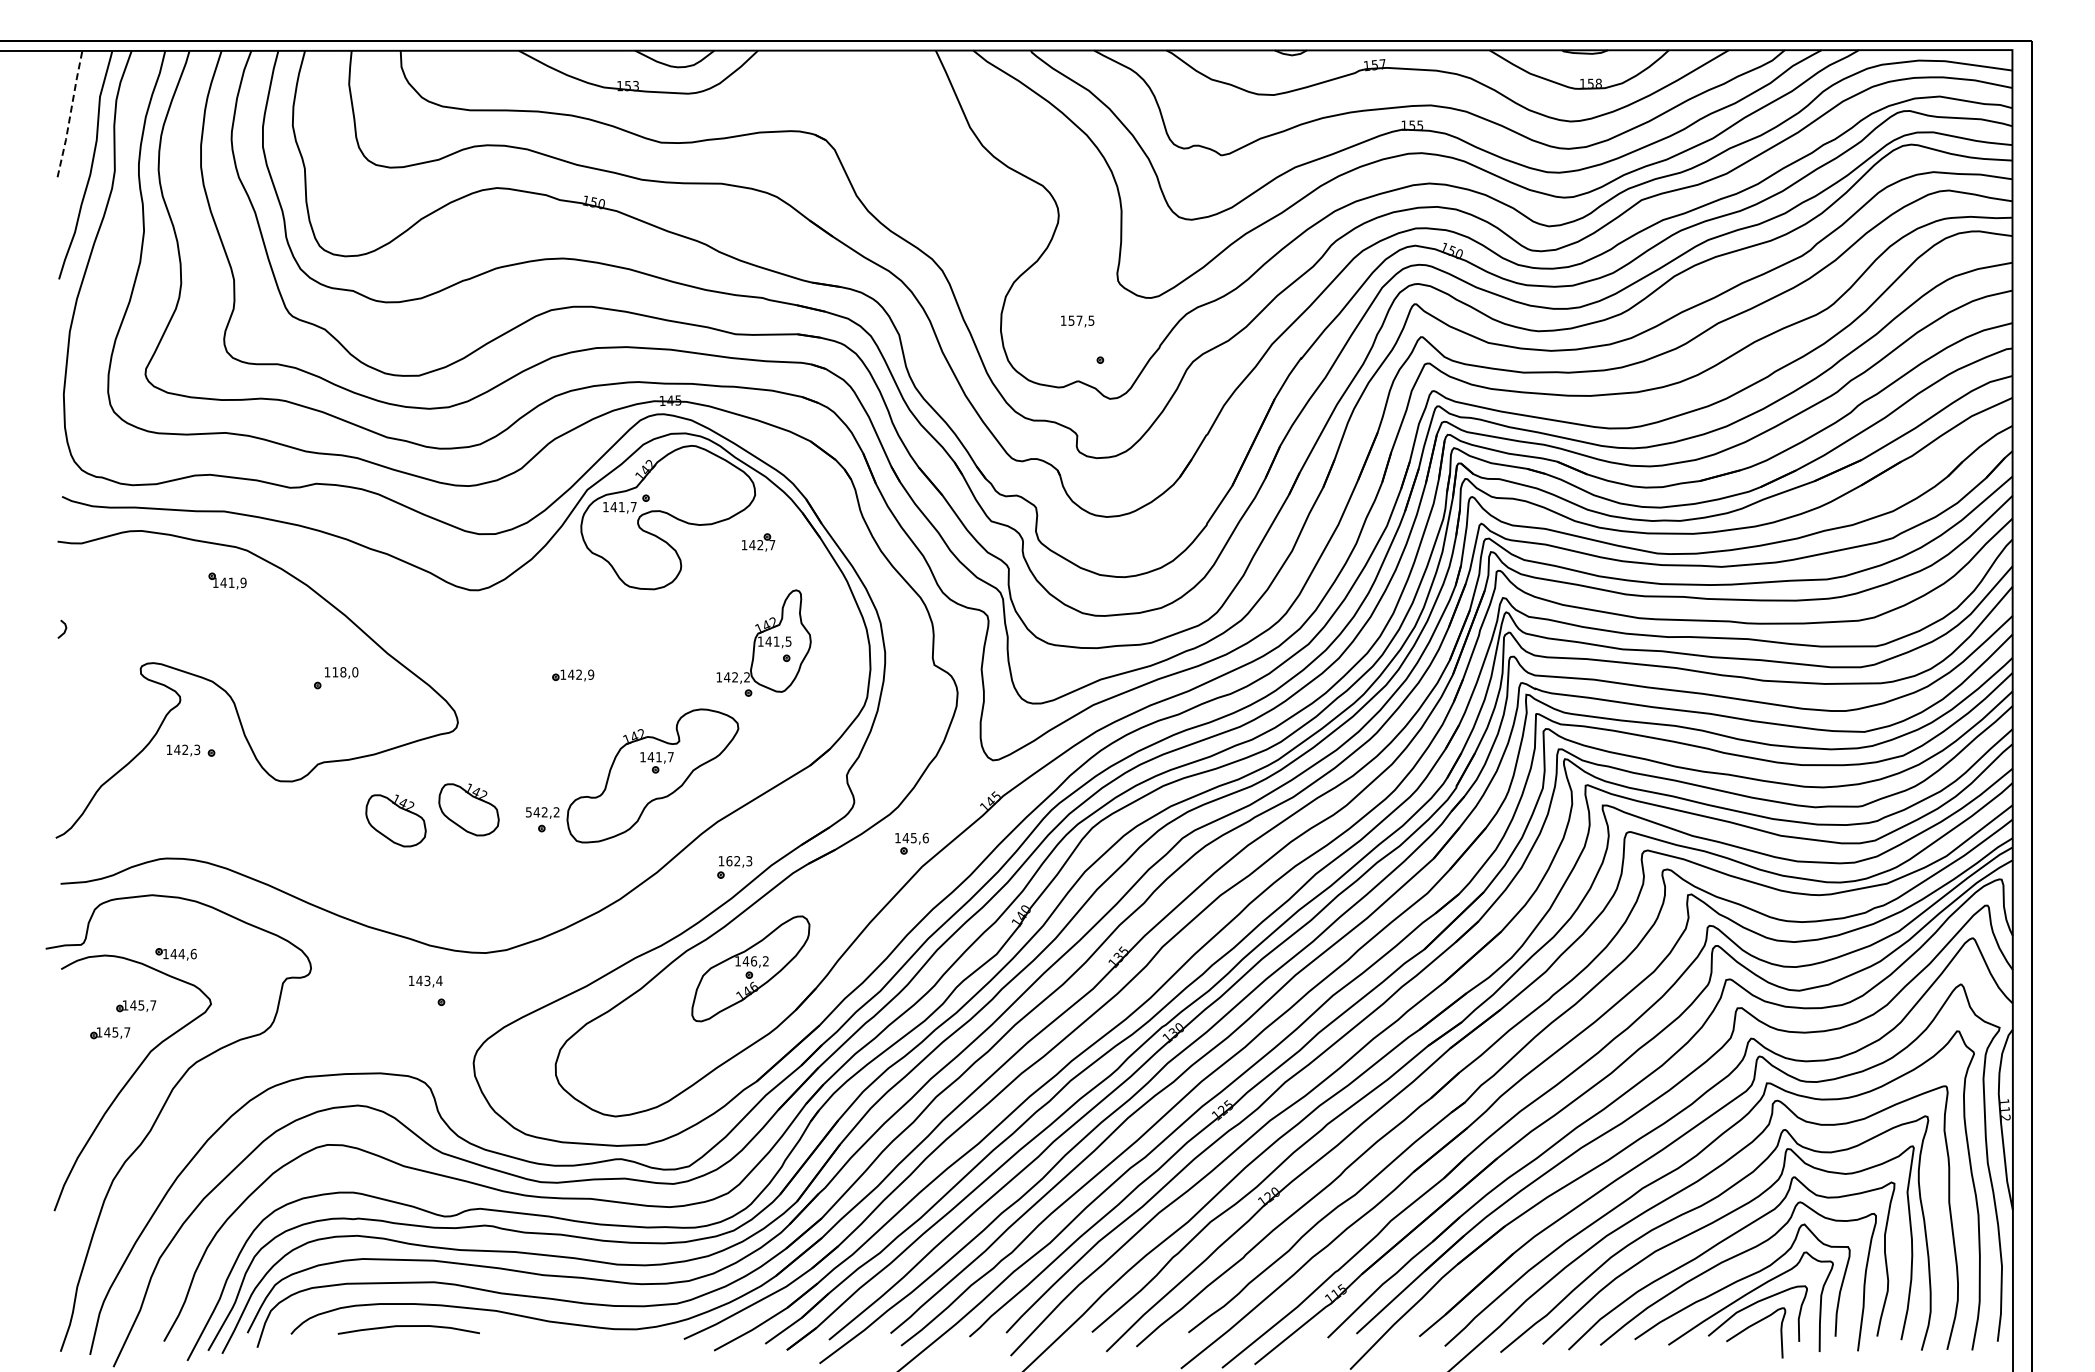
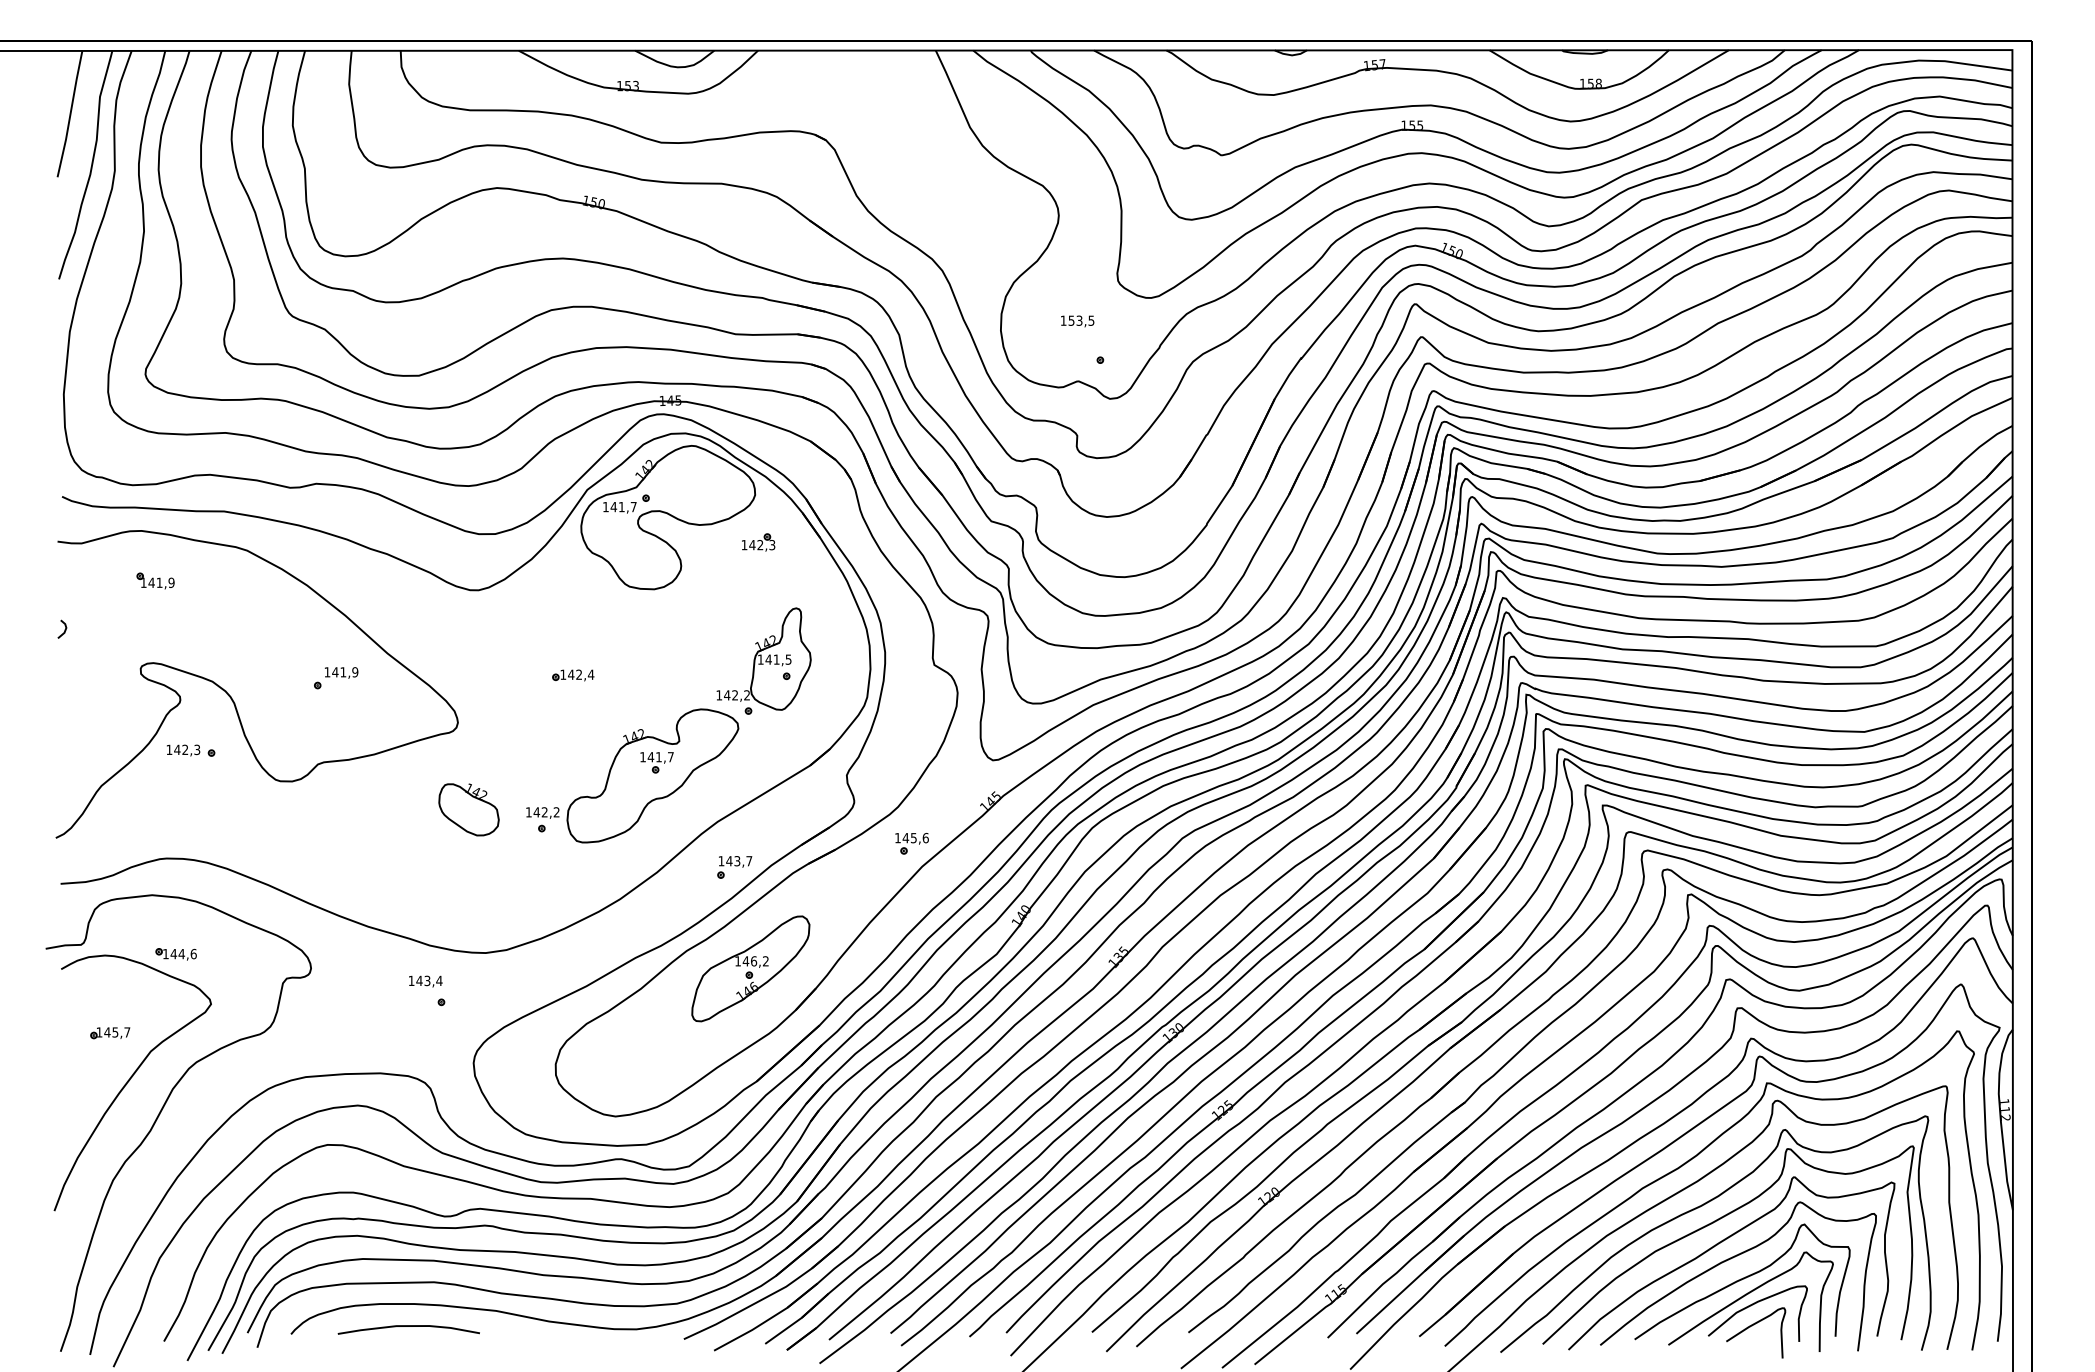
line at (70, 114): dashed -> solid
text at (1079, 320): 157,5 -> 153,5
text at (772, 545): 142,7 -> 142,3
part at (227, 580) position: (227, 580) -> (155, 580)
part at (763, 642) position: (763, 642) -> (763, 660)
text at (345, 672): 118,0 -> 141,9
text at (590, 674): 142,9 -> 142,4
text at (528, 812): 542,2 -> 142,2
part at (395, 820): present -> none
text at (739, 861): 162,3 -> 143,7
part at (136, 1006): present -> none
